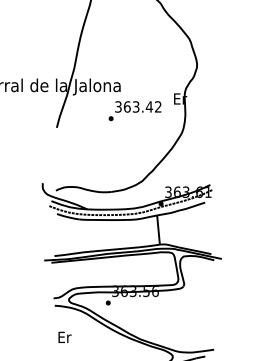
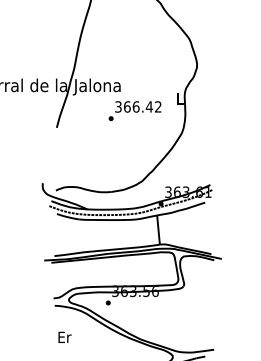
text at (180, 98): Er -> L
text at (135, 106): 363.42 -> 366.42
